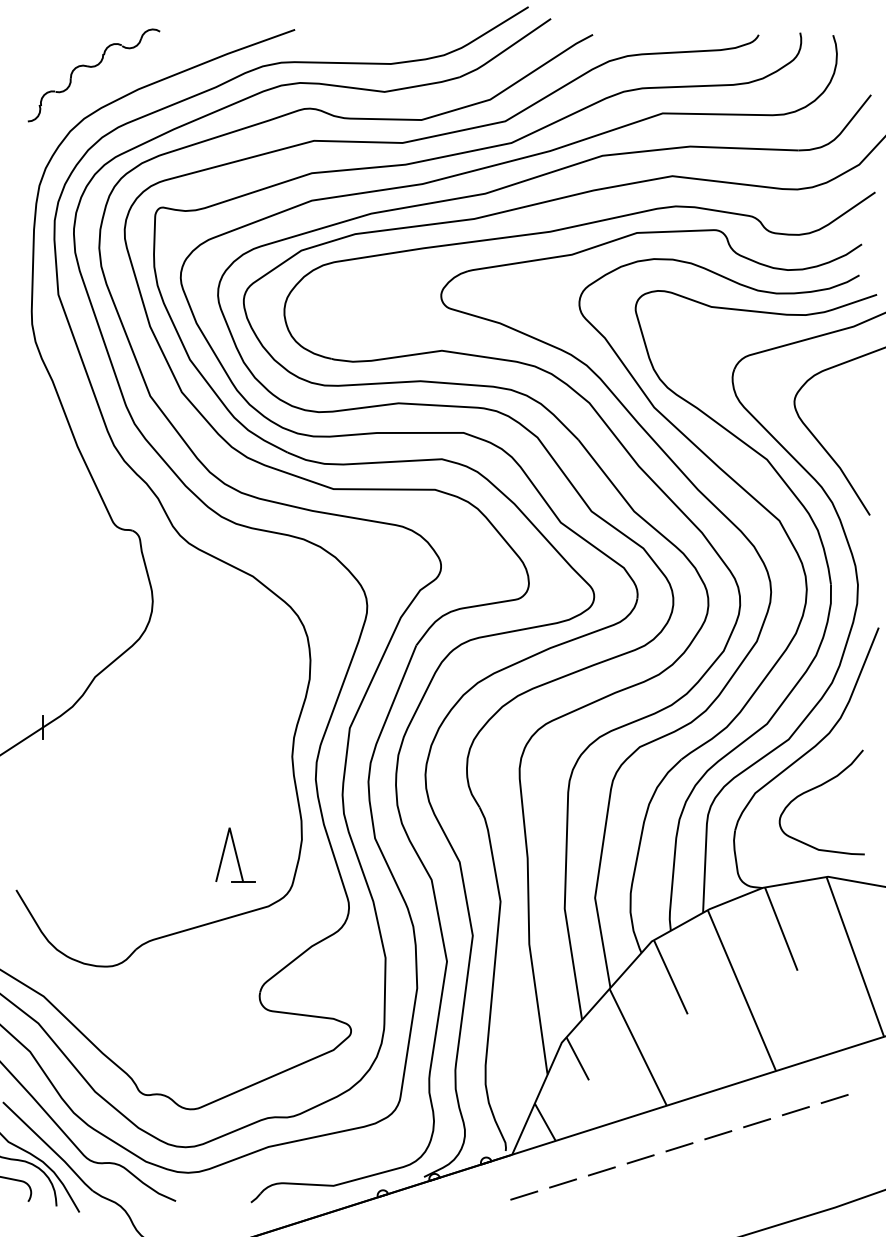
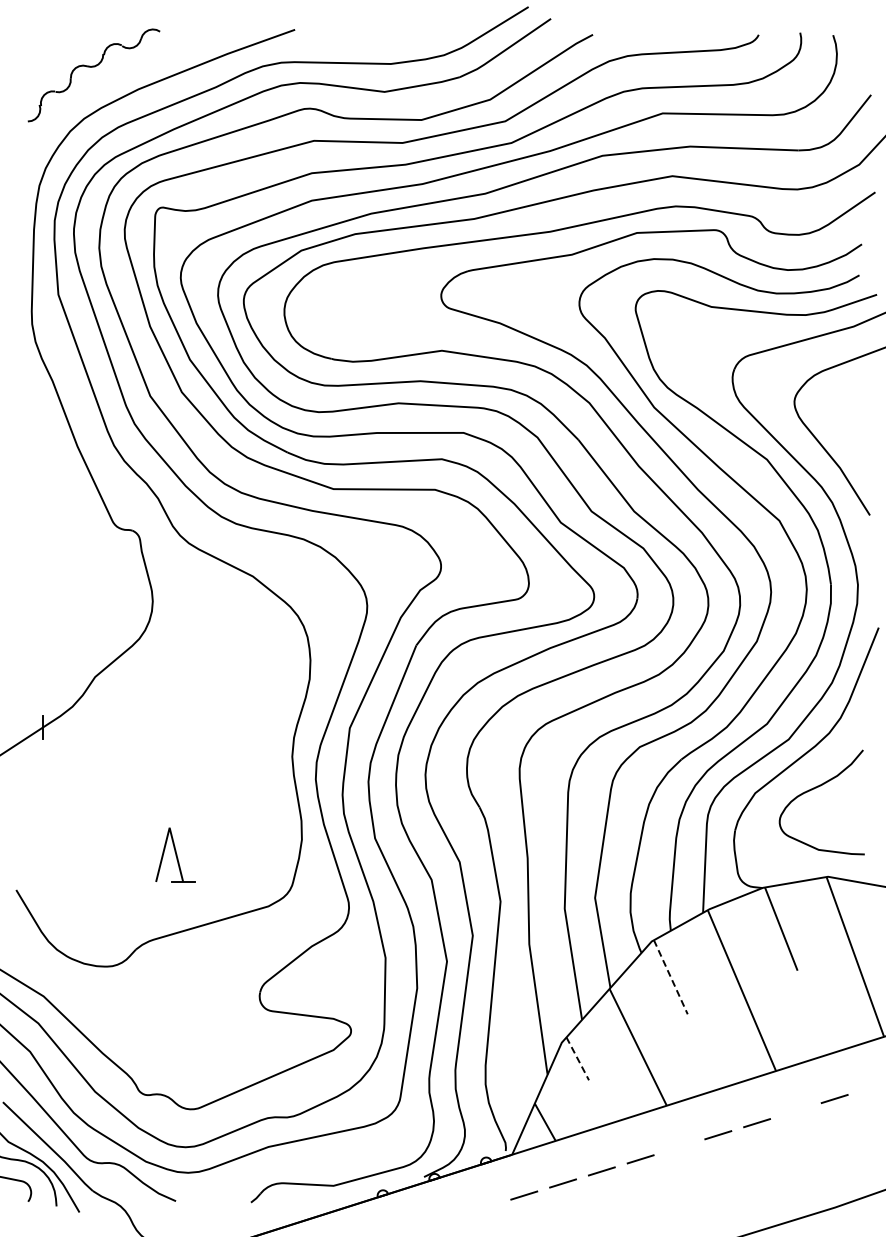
part at (235, 854) position: (235, 854) -> (175, 854)
line at (670, 977): solid -> dashed
line at (577, 1059): solid -> dashed
line at (795, 1111): present -> none
line at (679, 1147): present -> none
